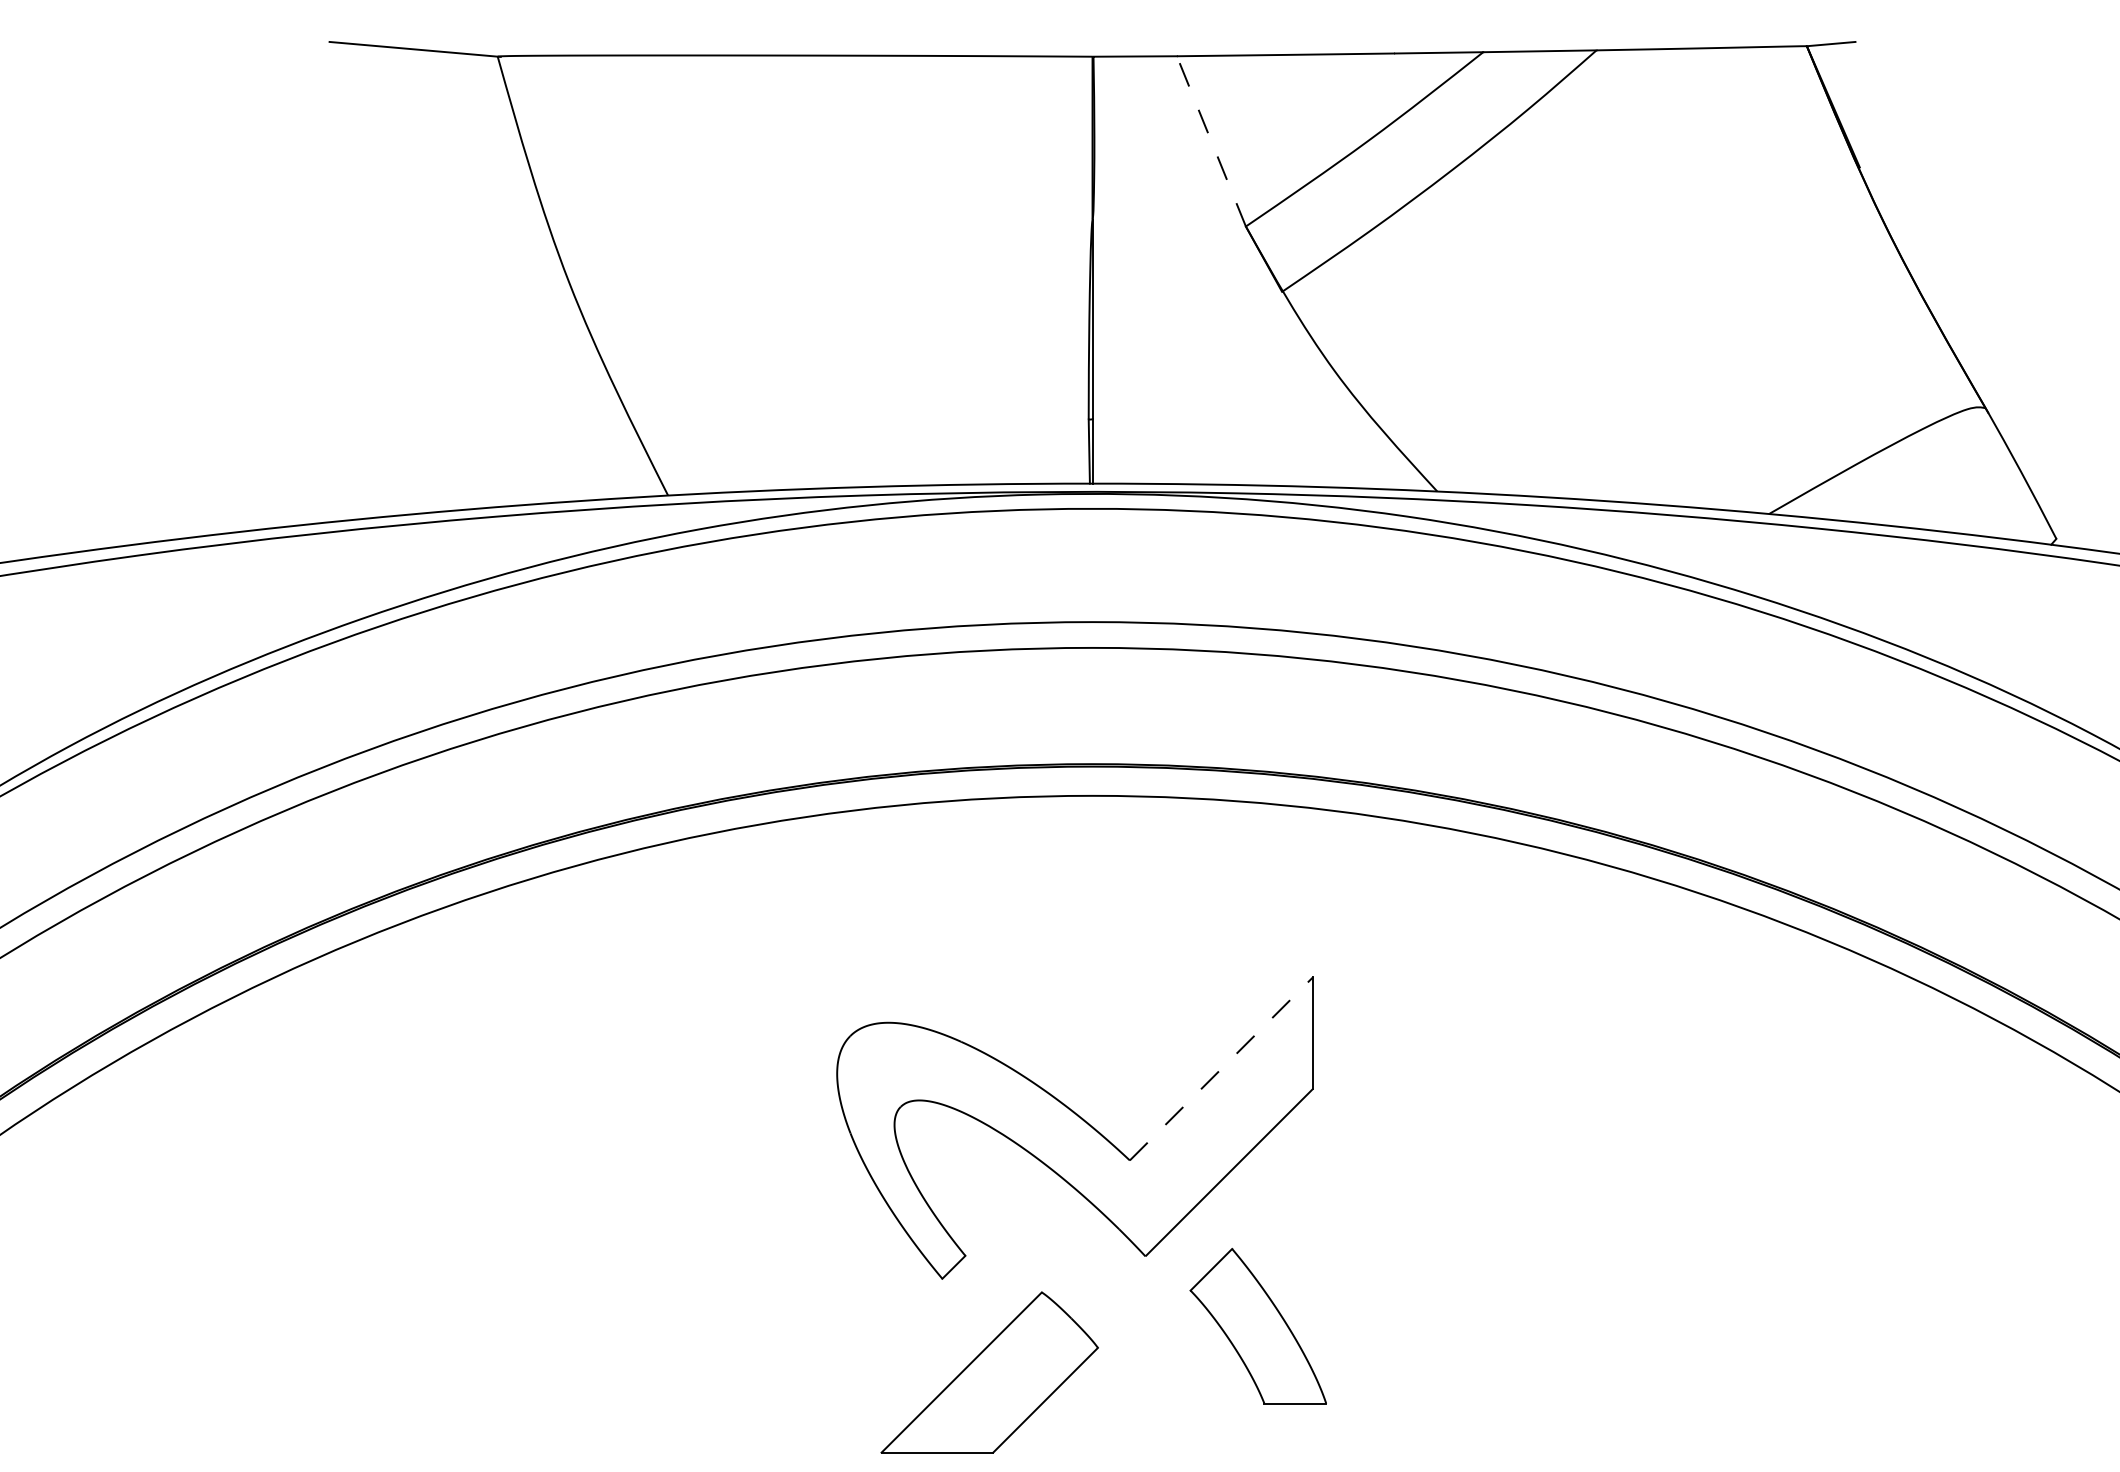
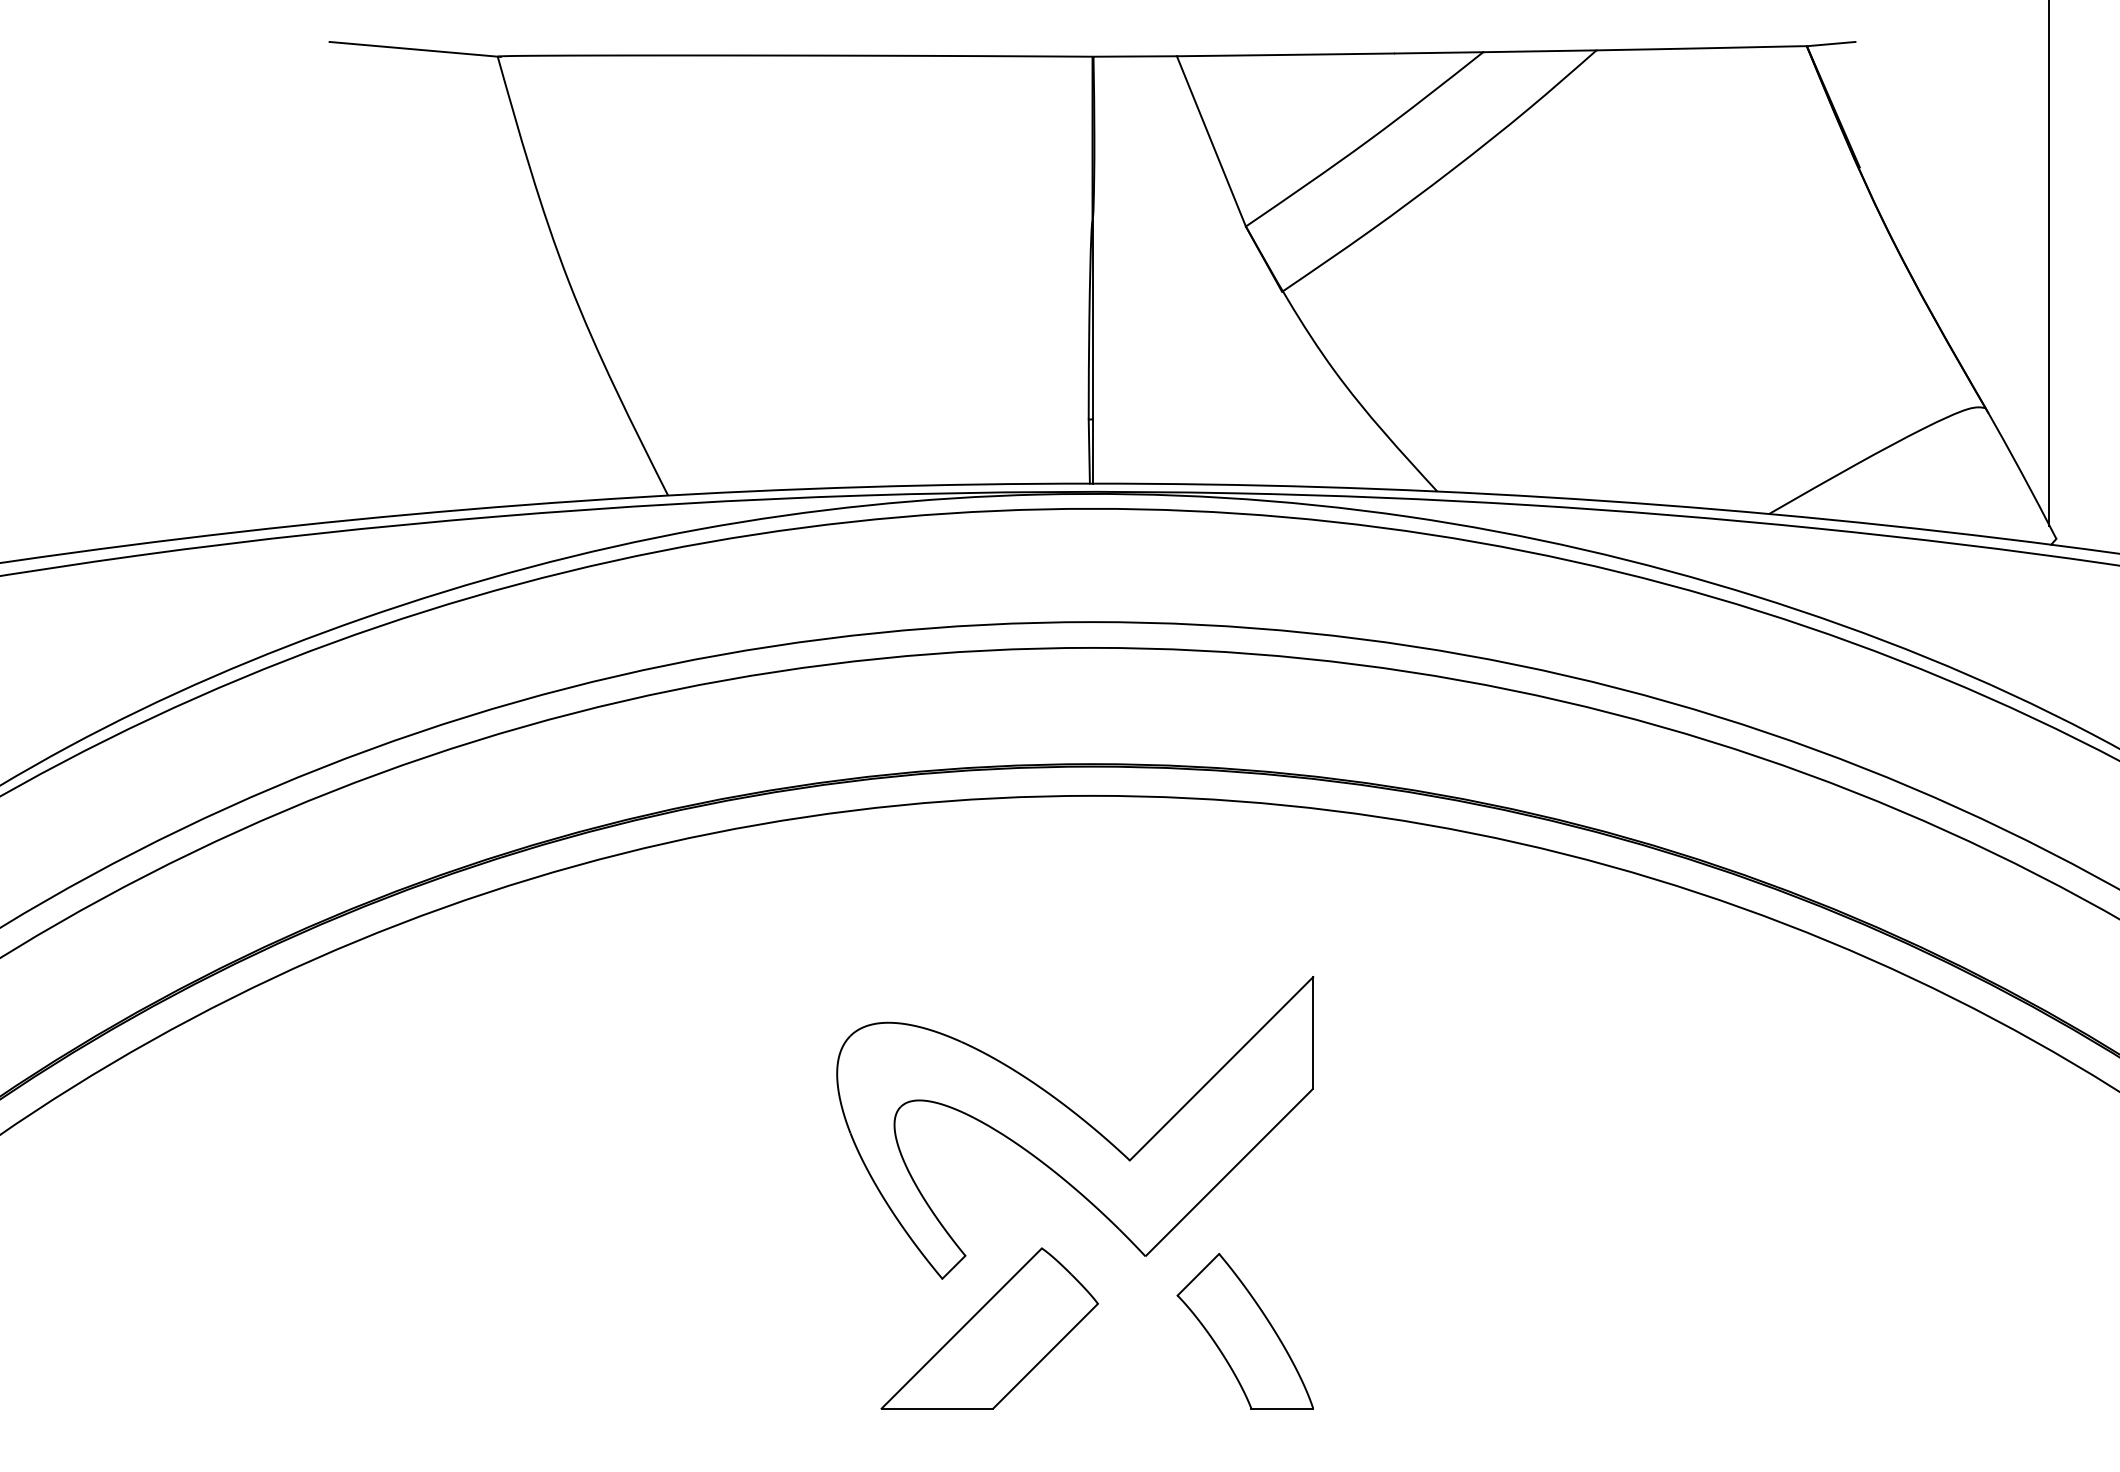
line at (1211, 141): dashed -> solid
line at (2049, 263): none -> present
line at (1221, 1068): dashed -> solid
part at (1257, 1326) position: (1257, 1326) -> (1244, 1331)
part at (989, 1372) position: (989, 1372) -> (989, 1328)
